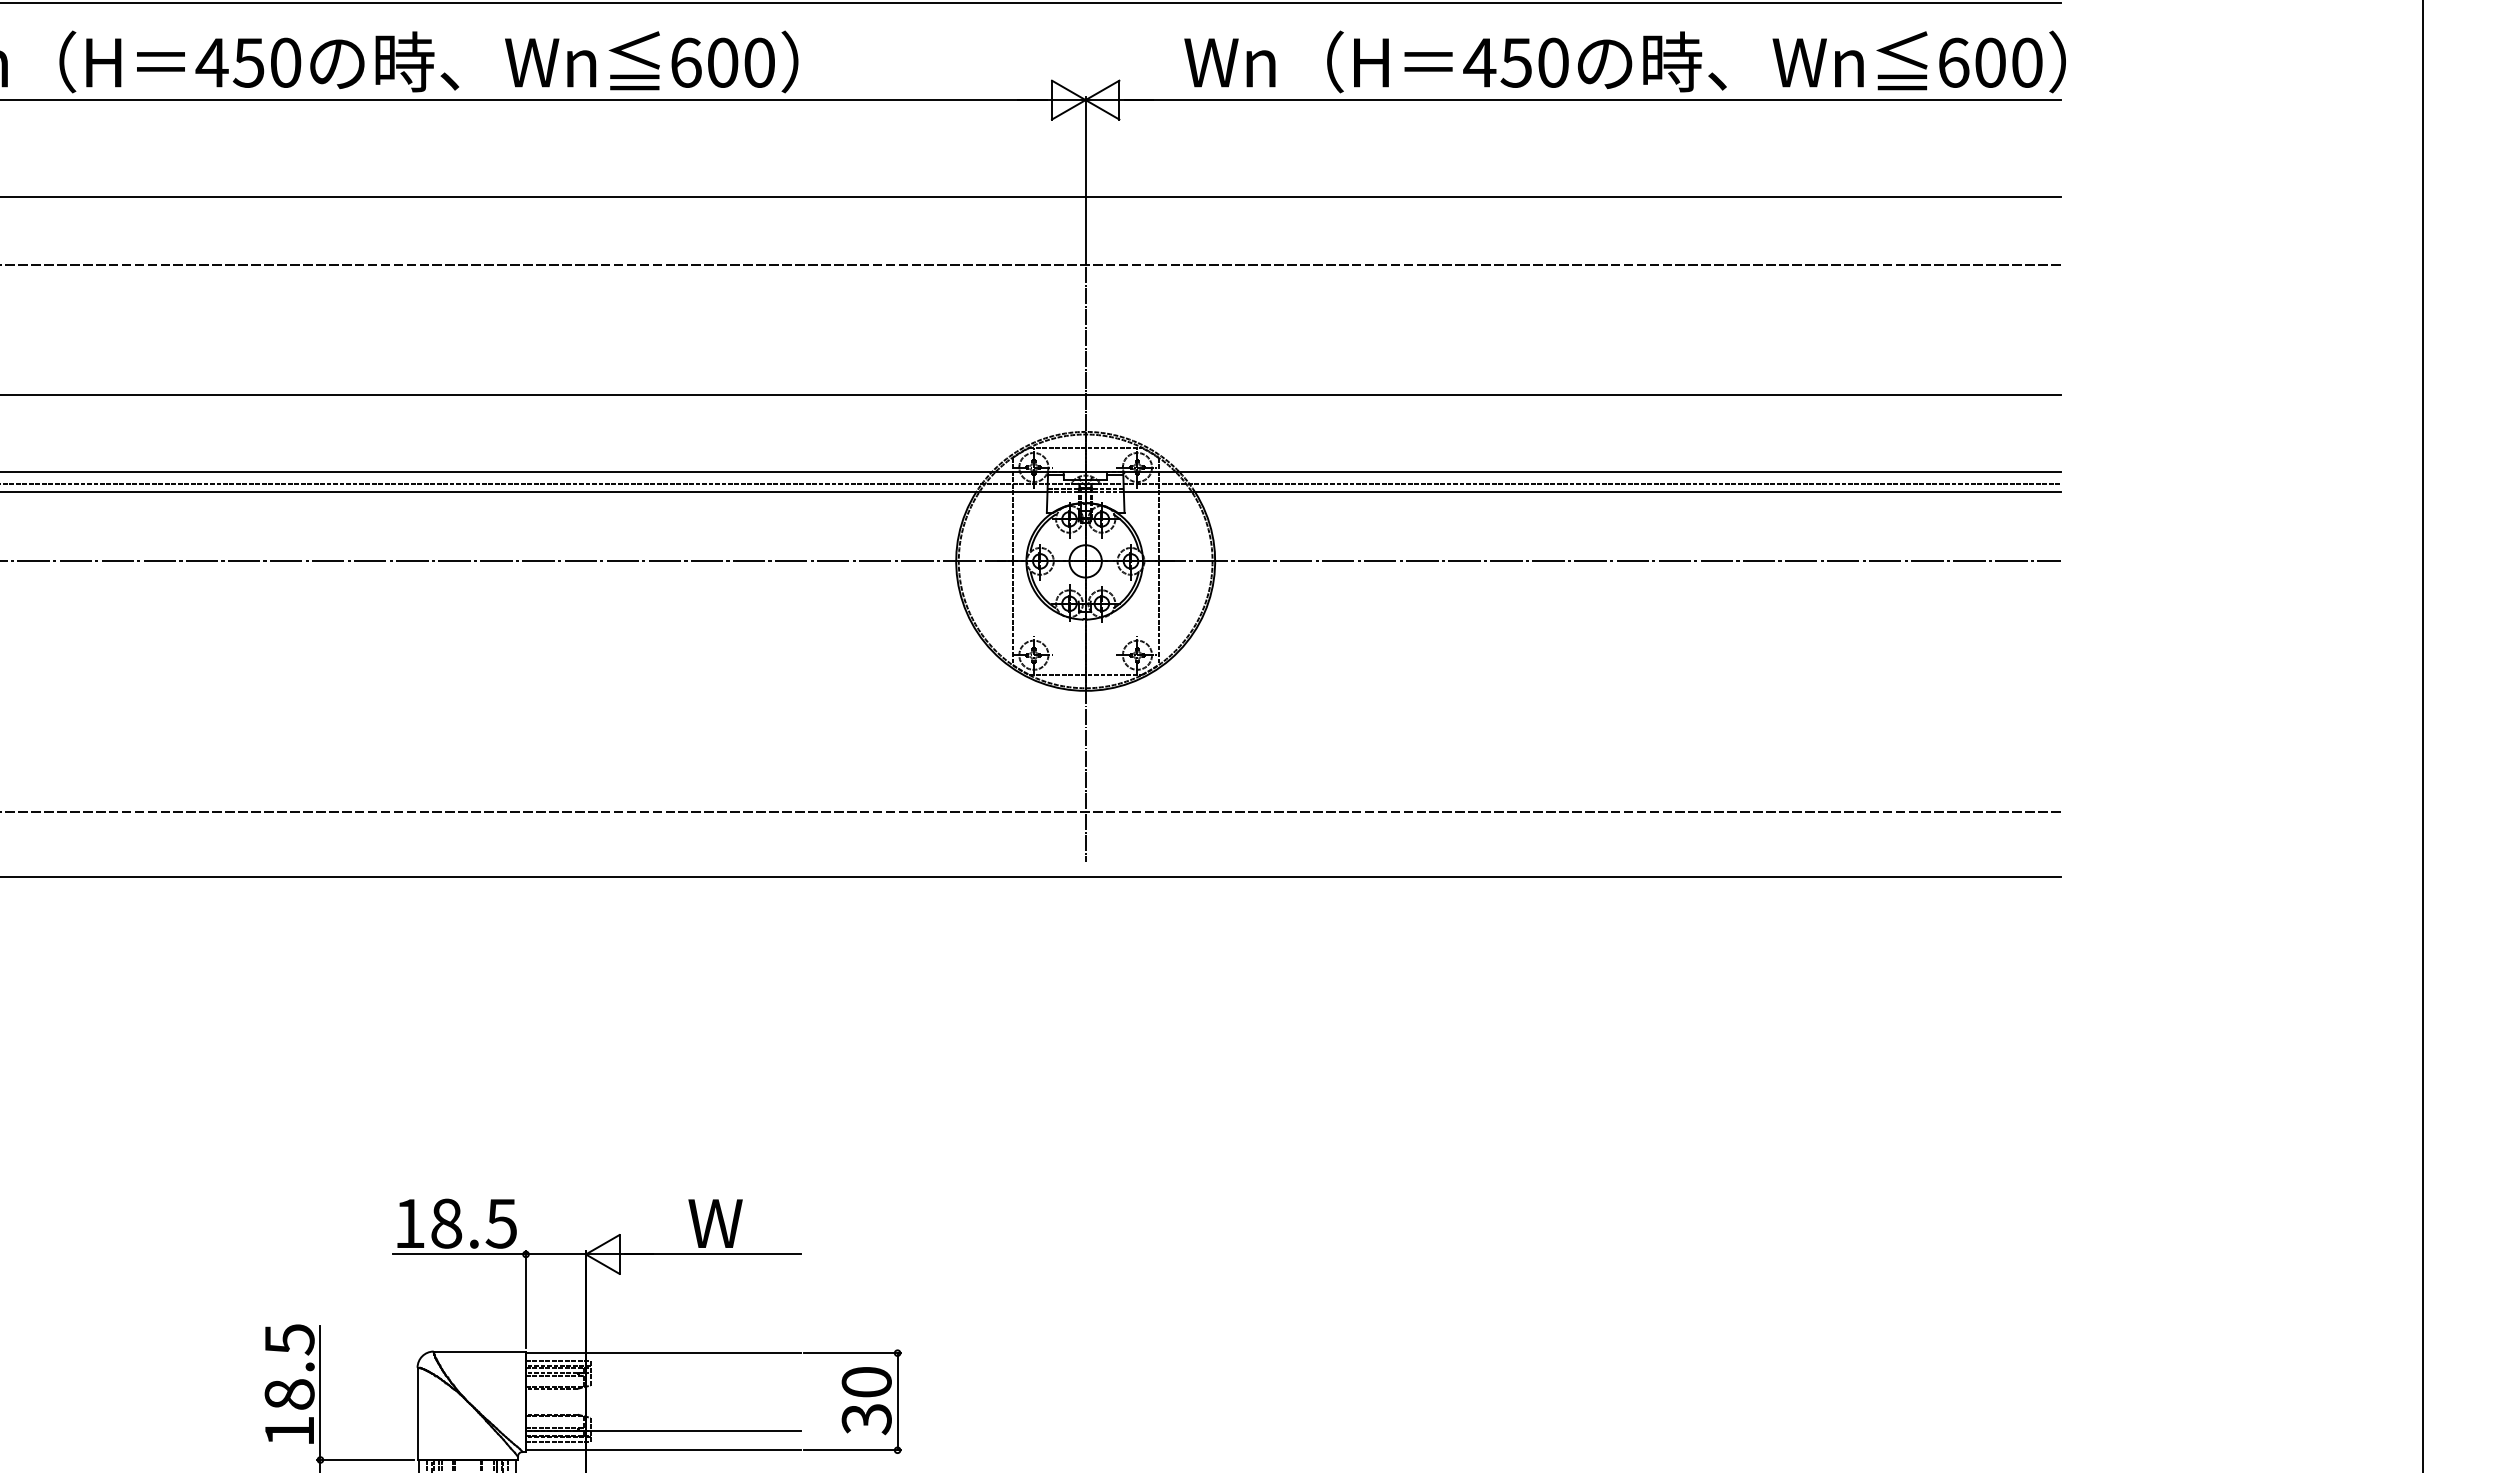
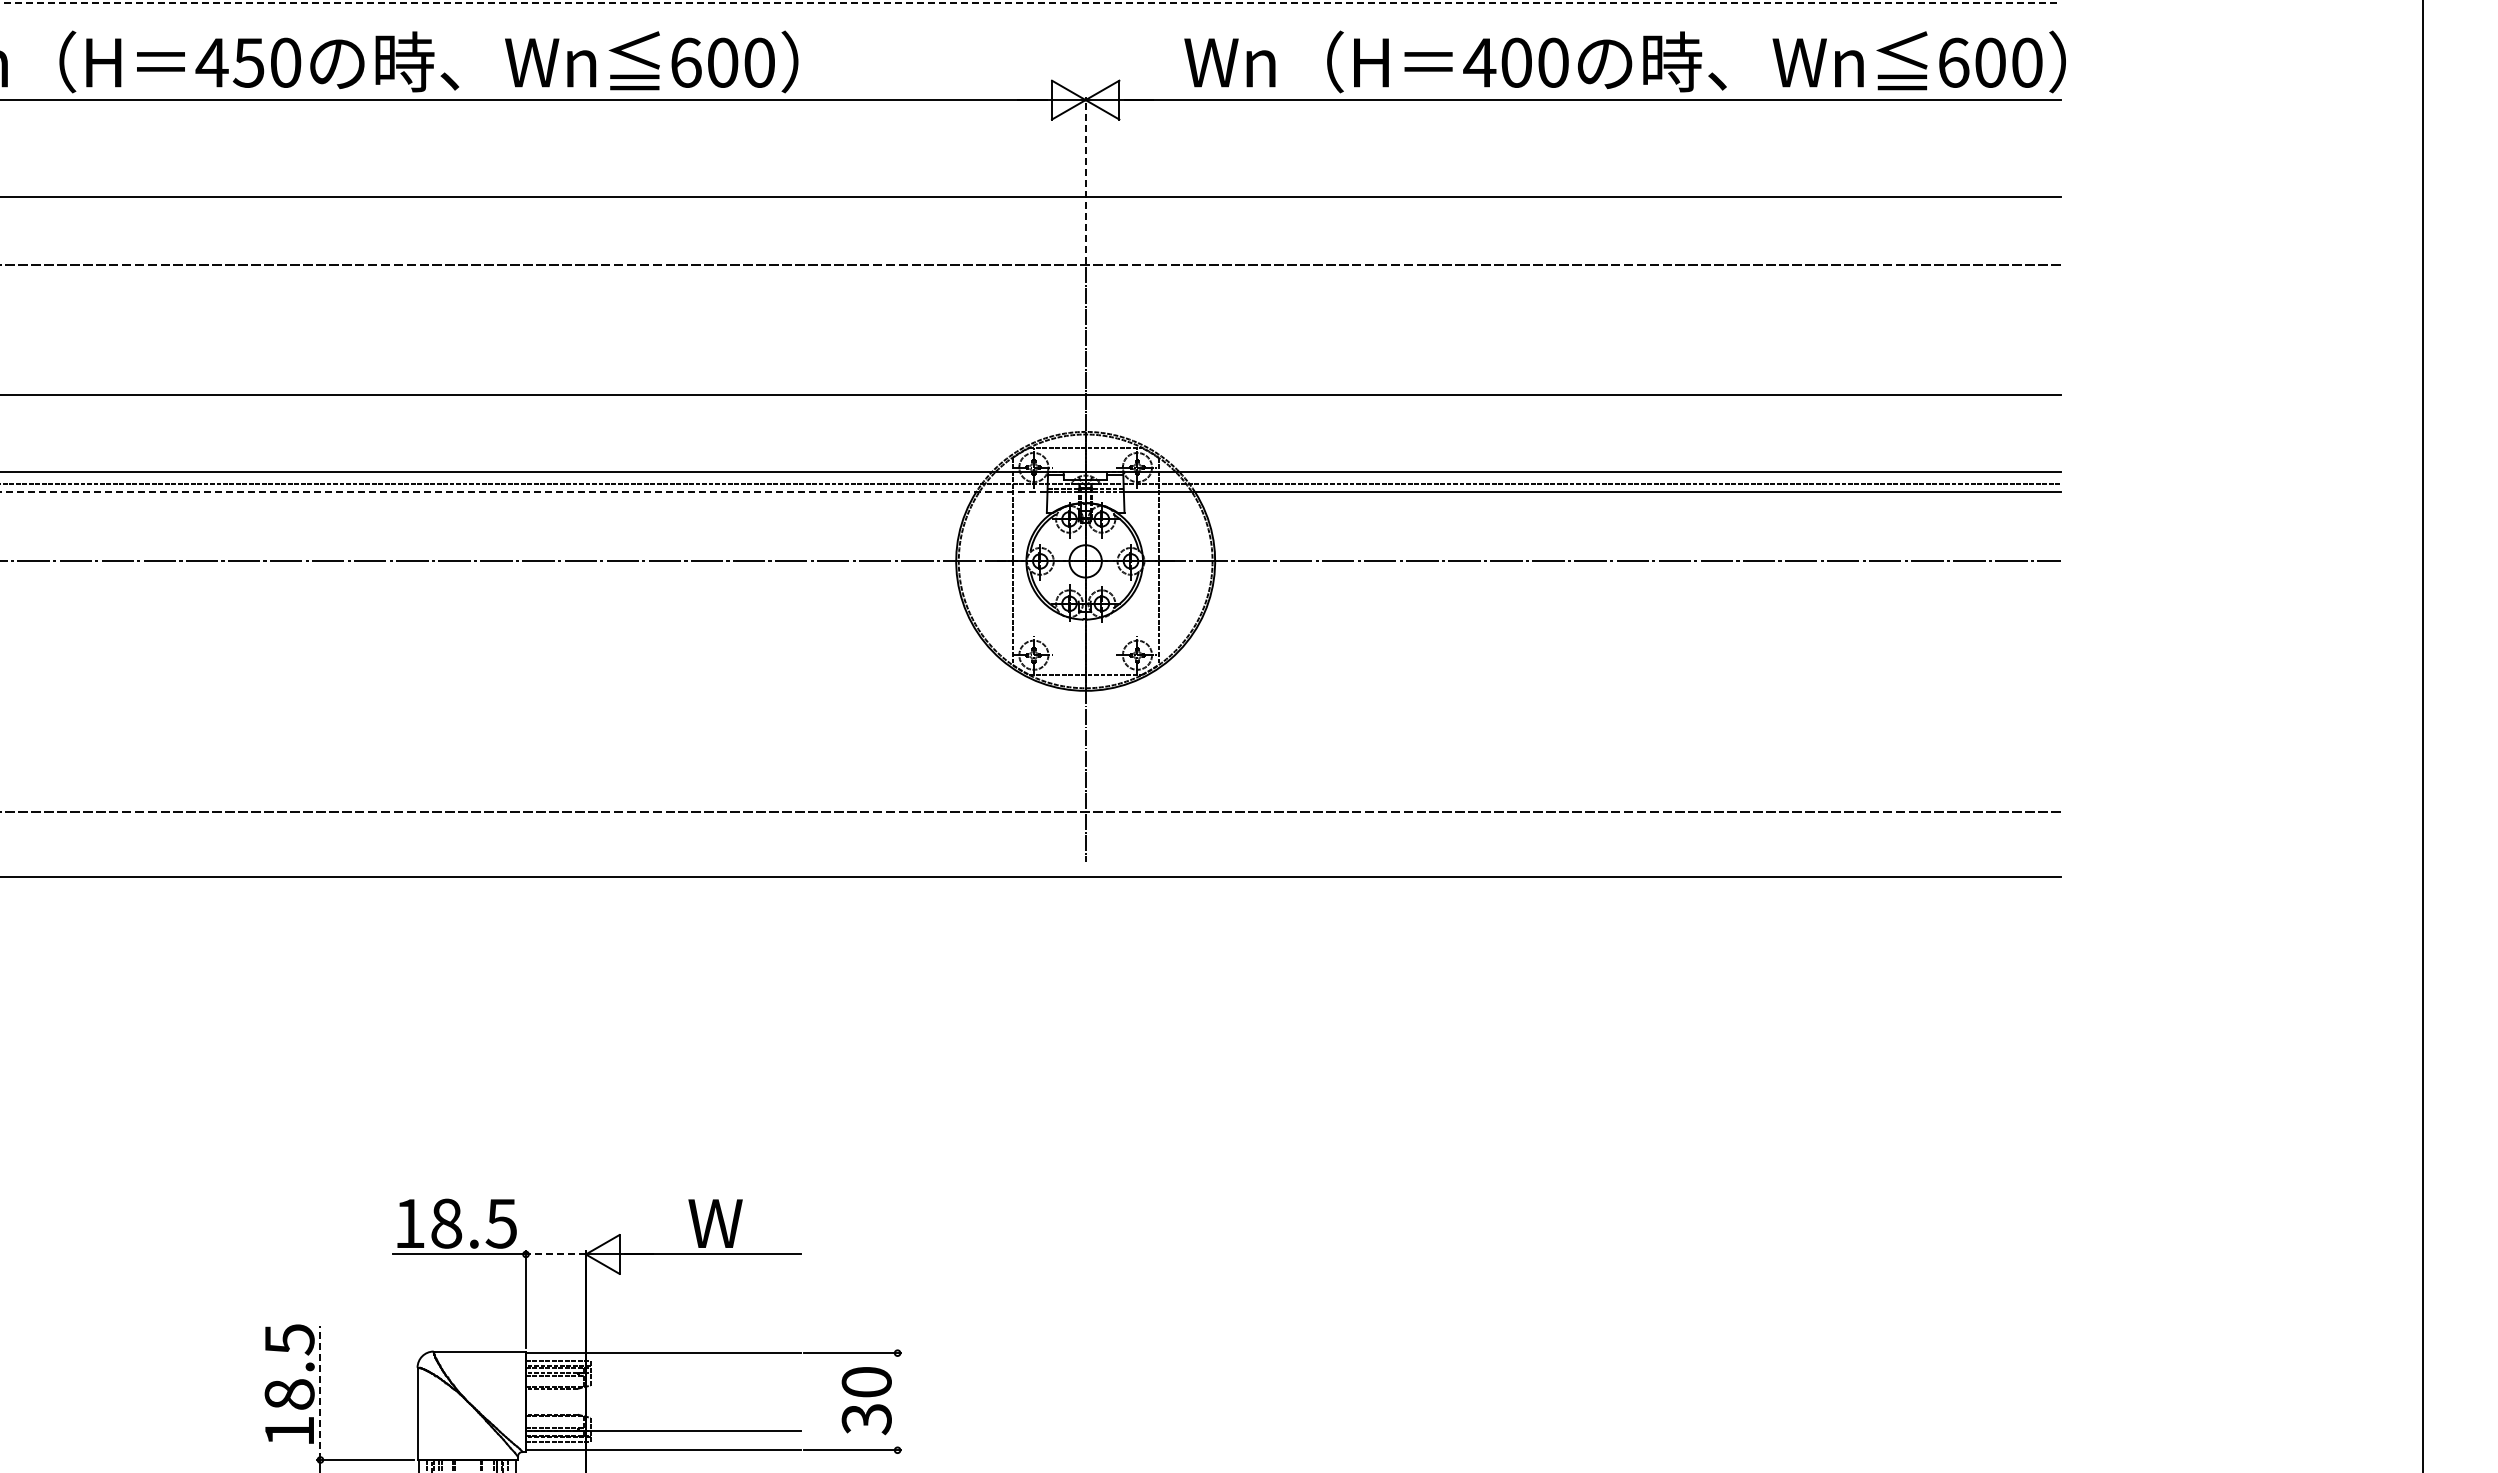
line at (1030, 3): solid -> dashed
text at (1515, 62): 450 -> 400
line at (1085, 180): solid -> dashed
line at (523, 491): solid -> dashed
line at (555, 1254): solid -> dashed
line at (320, 1393): solid -> dashed
line at (897, 1401): present -> none
